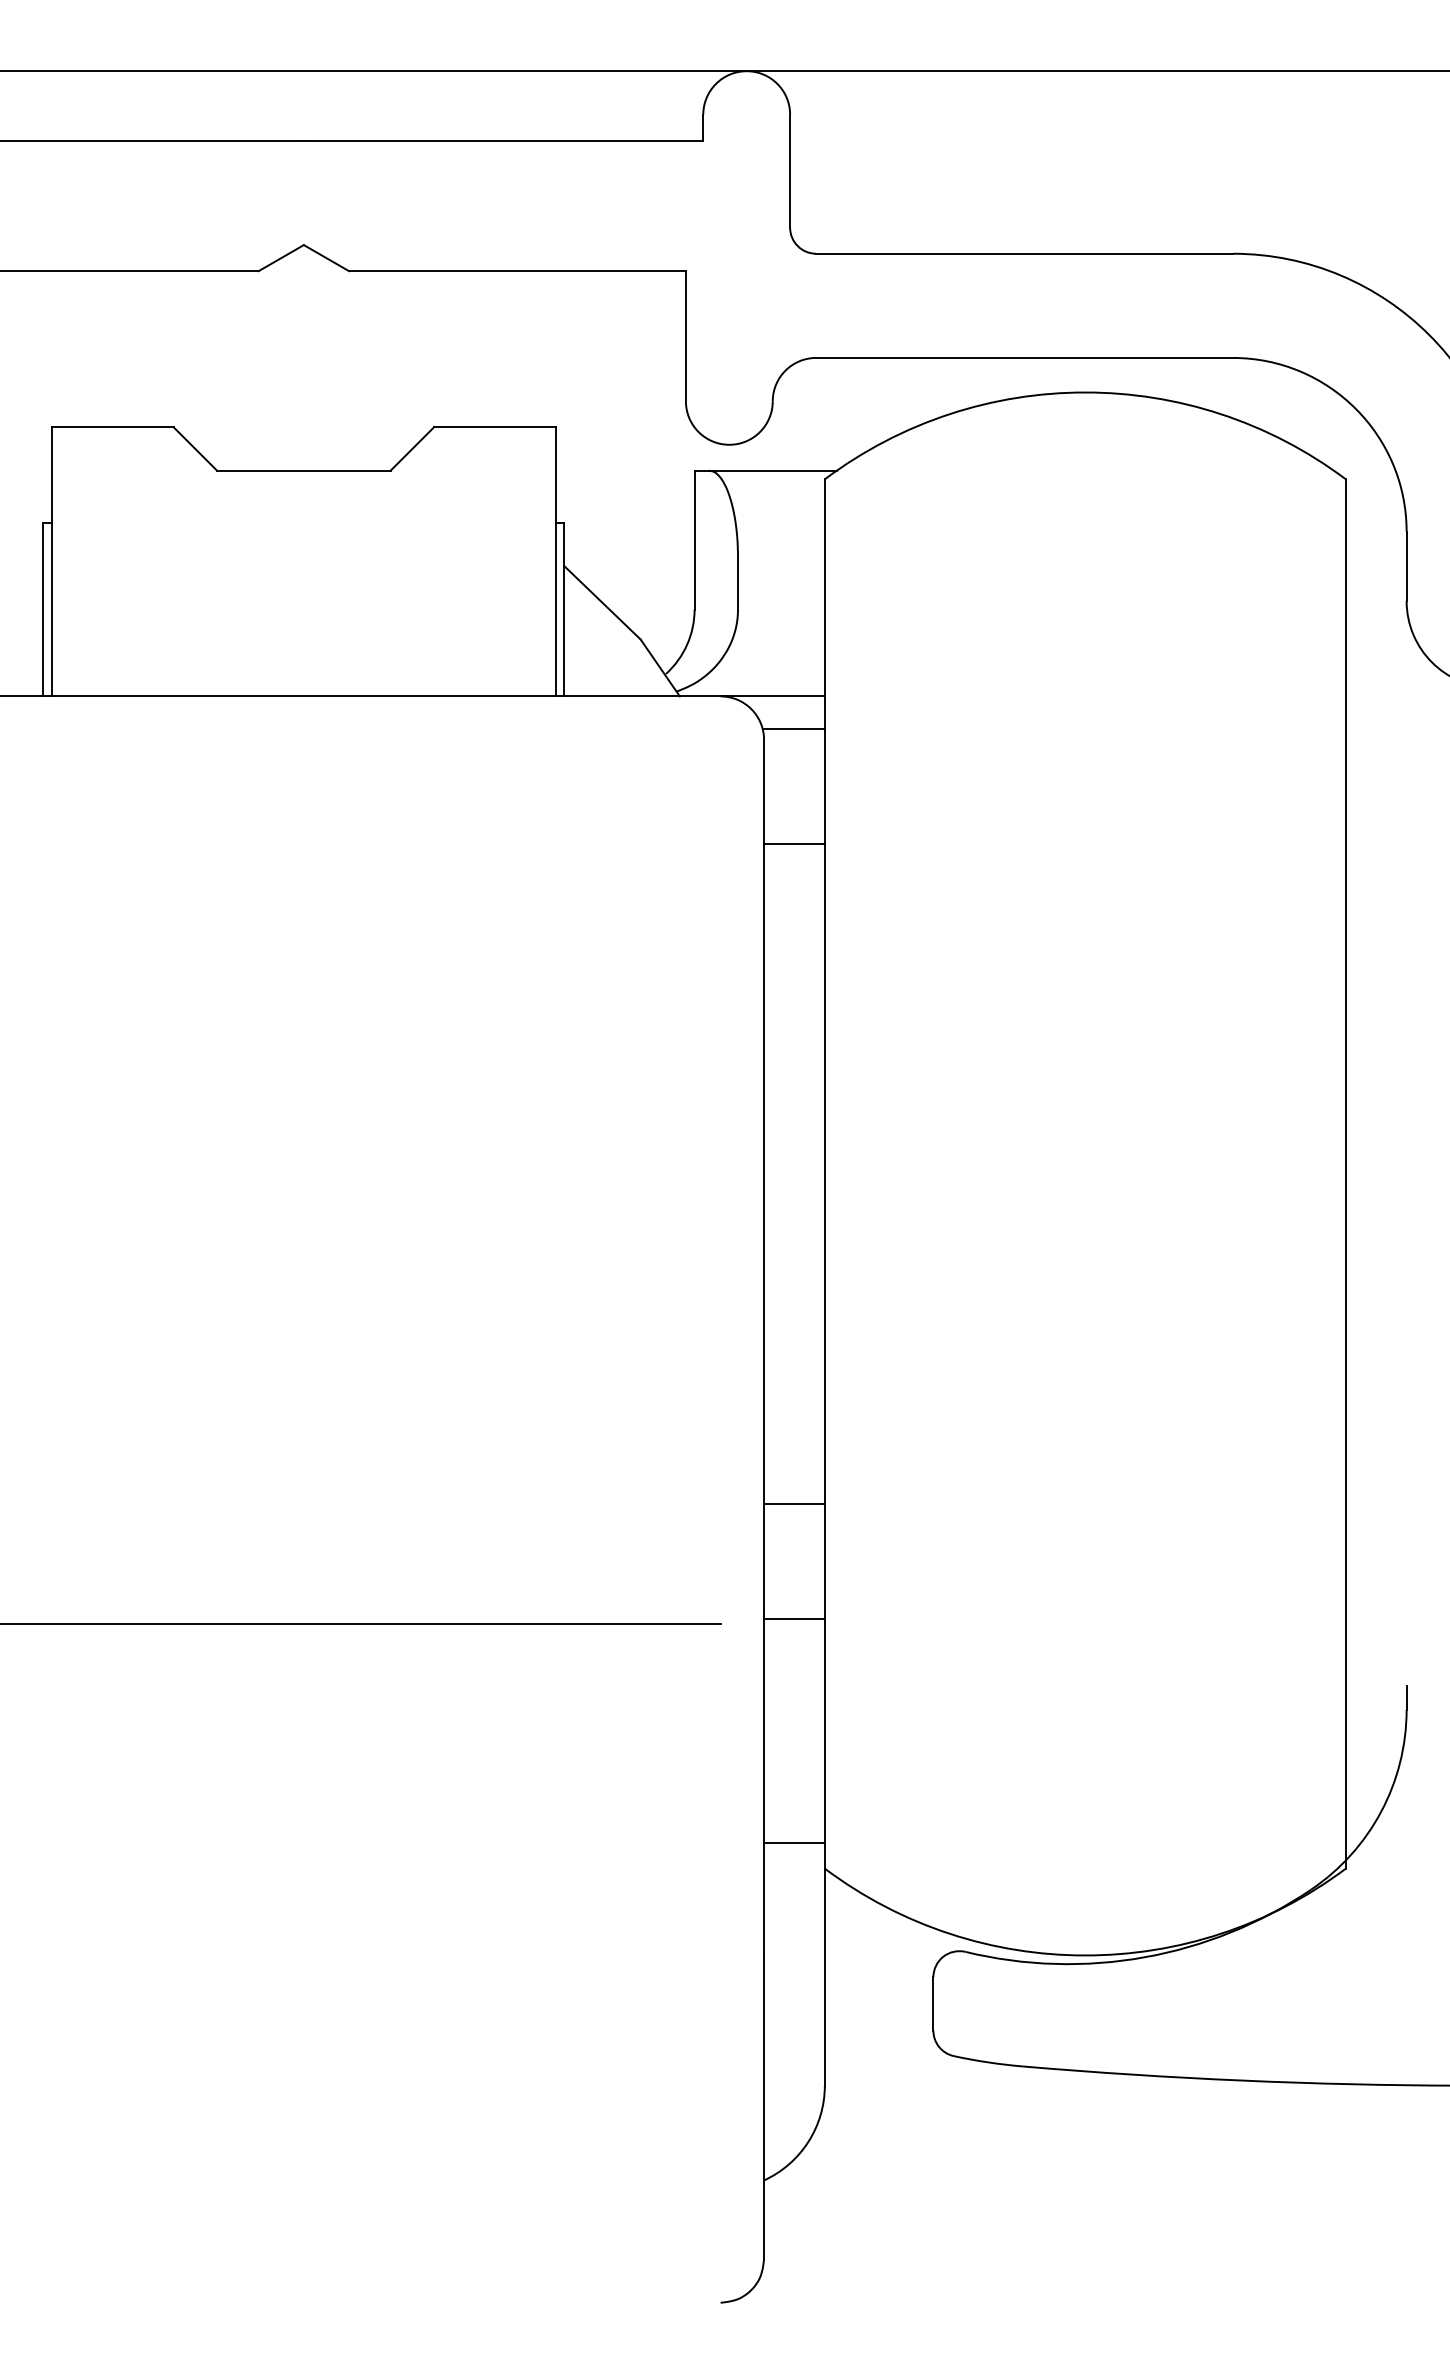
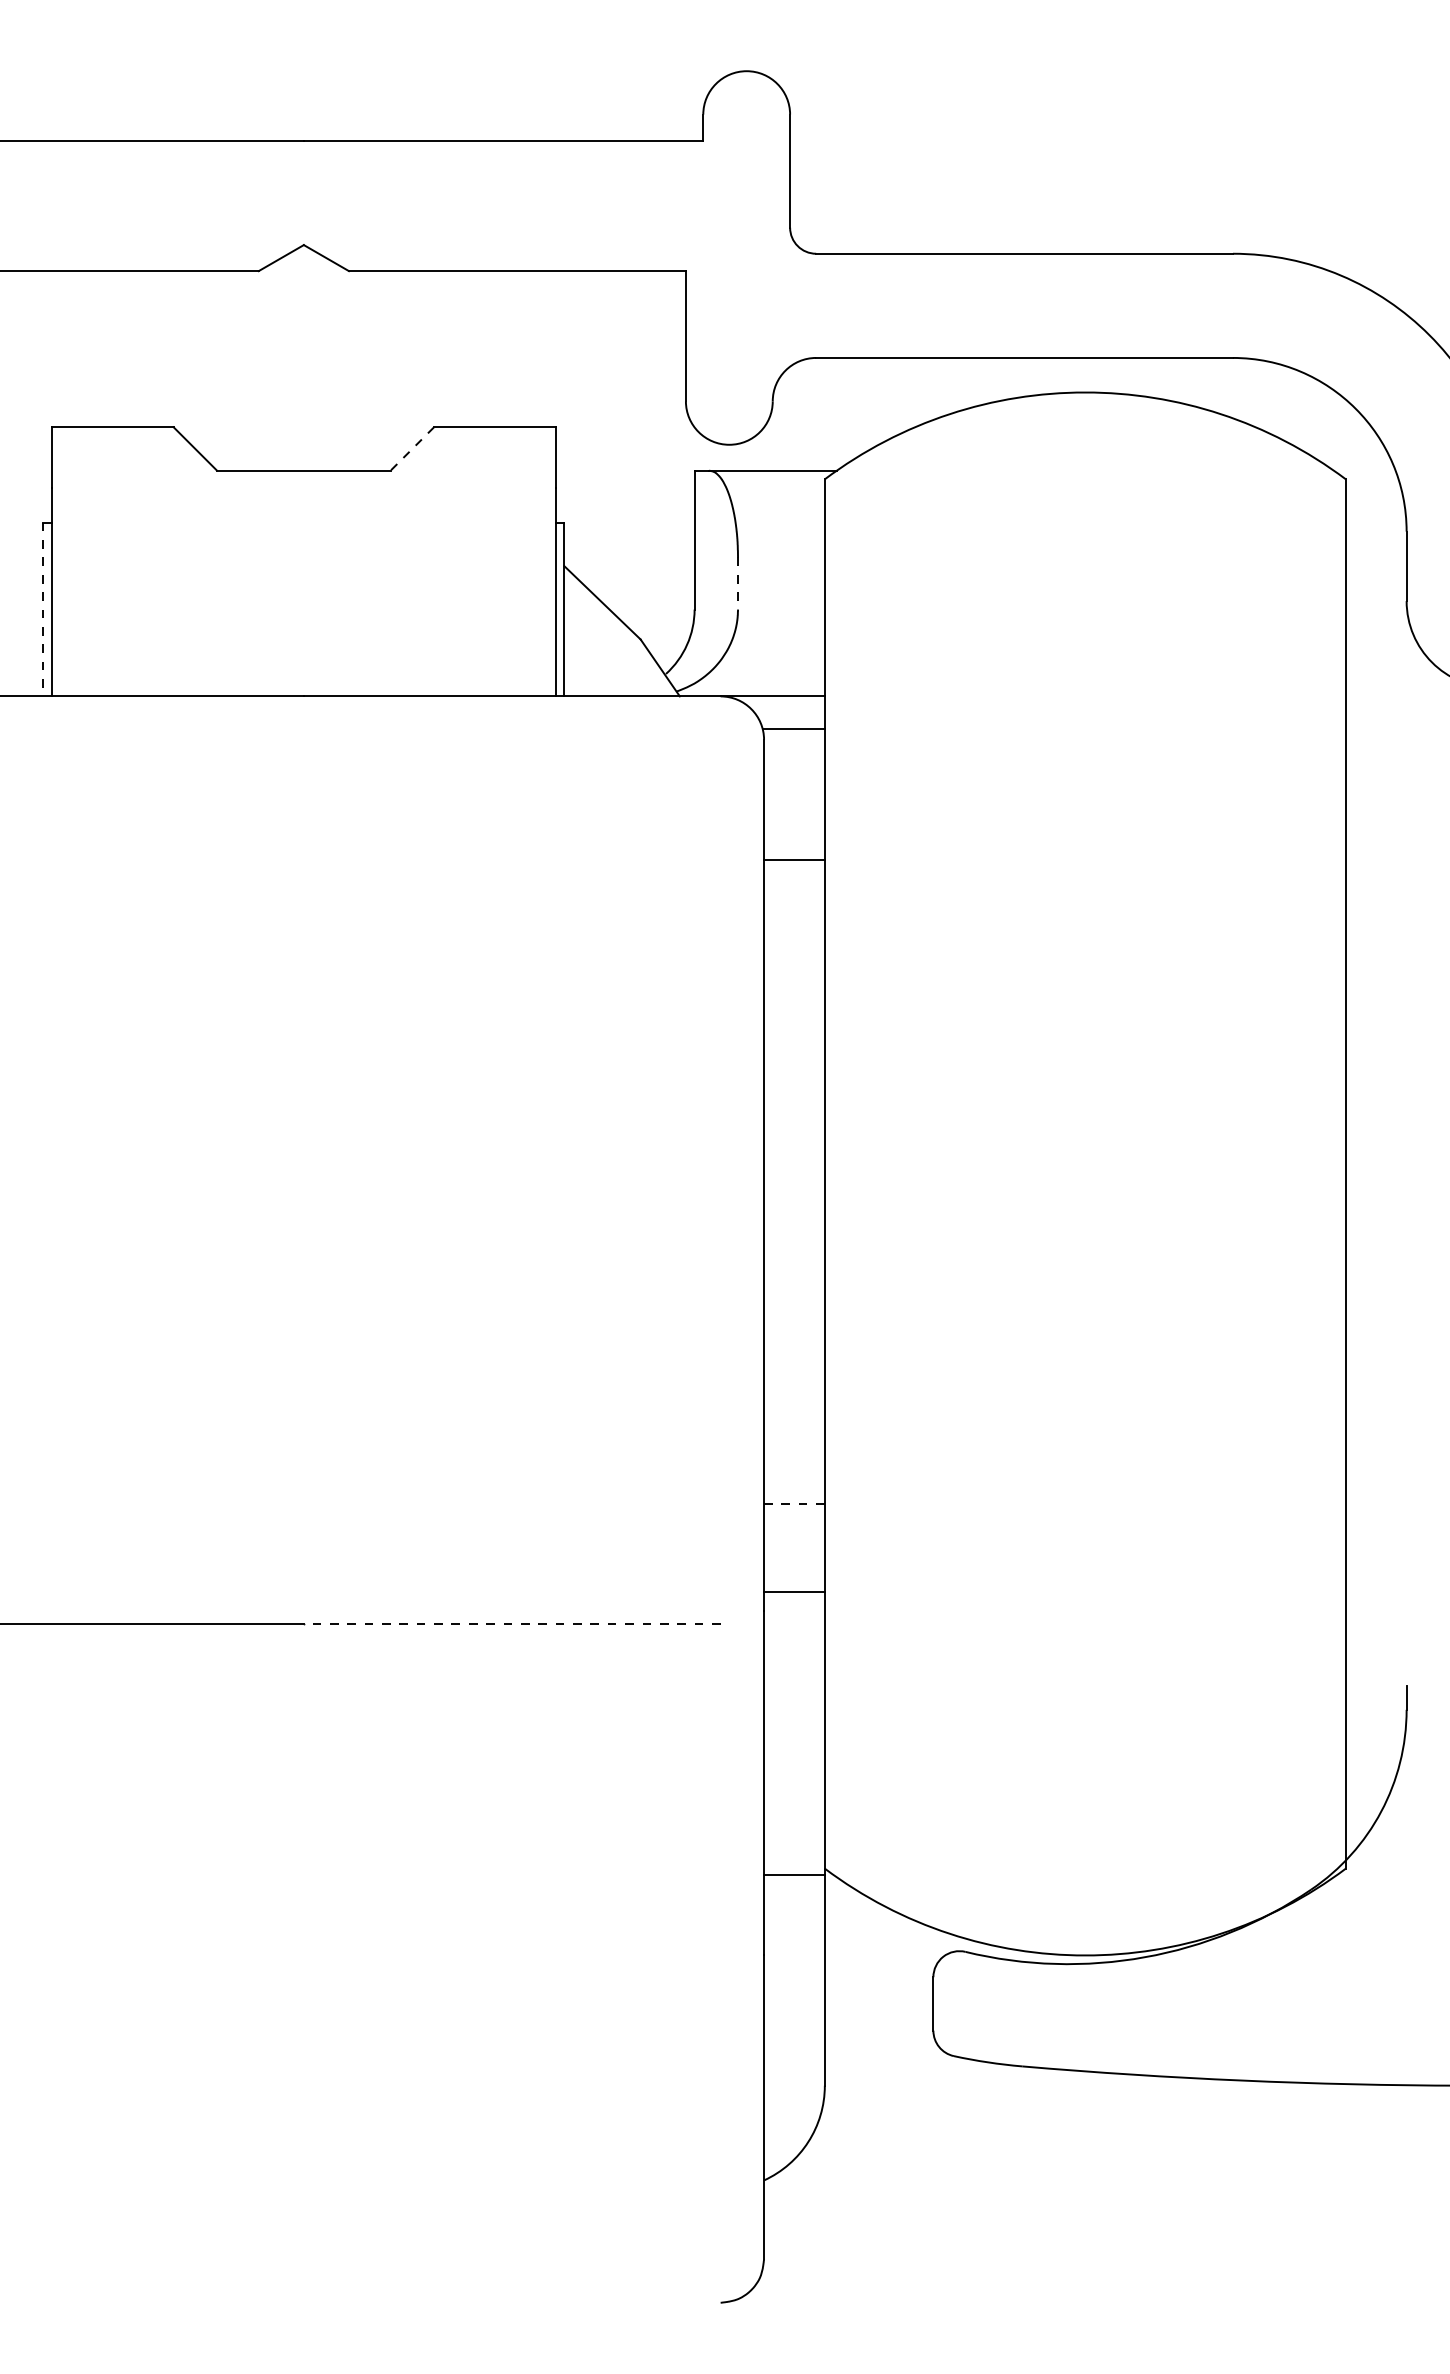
line at (724, 71): present -> none
line at (412, 448): solid -> dashed
line at (738, 584): solid -> dashed
line at (43, 609): solid -> dashed
line at (794, 844) position: (794, 844) -> (794, 860)
line at (794, 1503): solid -> dashed
line at (794, 1618) position: (794, 1618) -> (794, 1591)
line at (511, 1623): solid -> dashed
line at (794, 1842) position: (794, 1842) -> (794, 1874)
